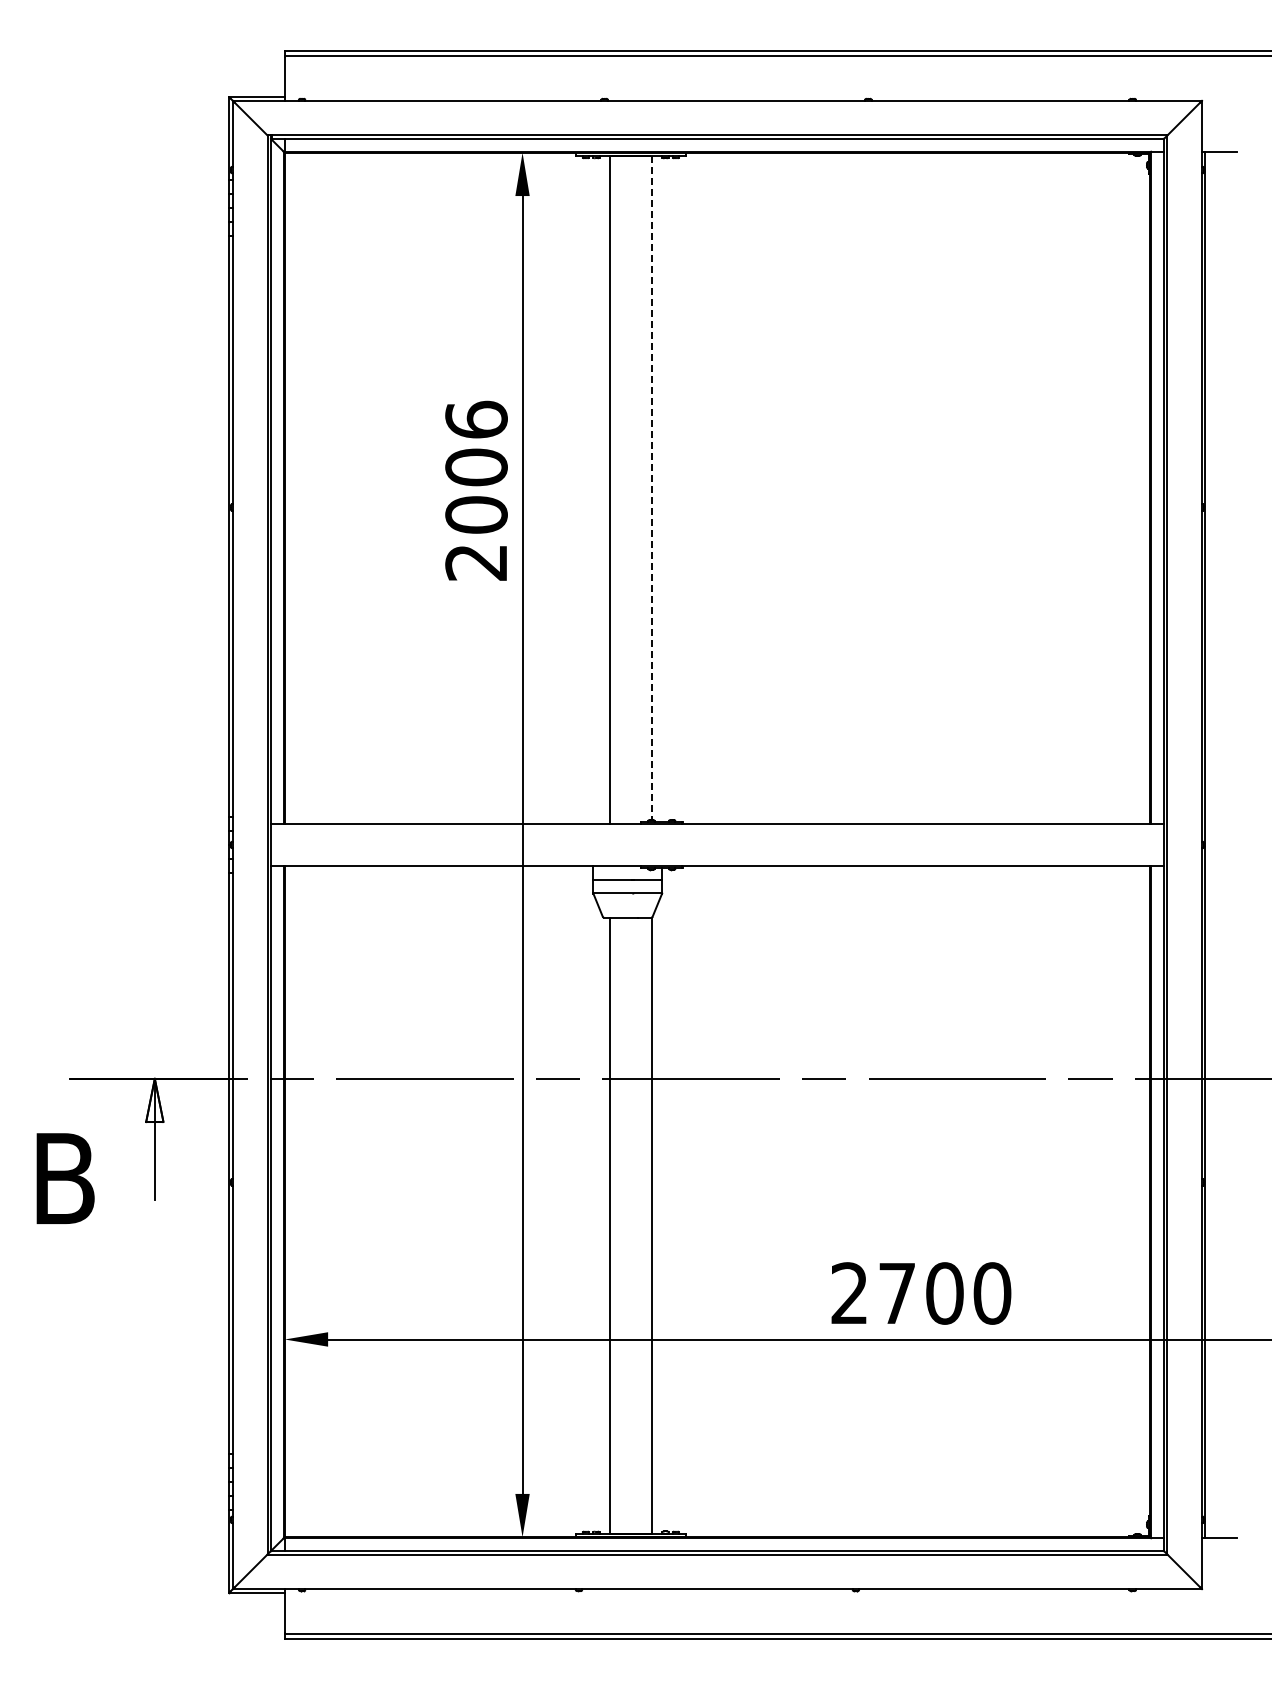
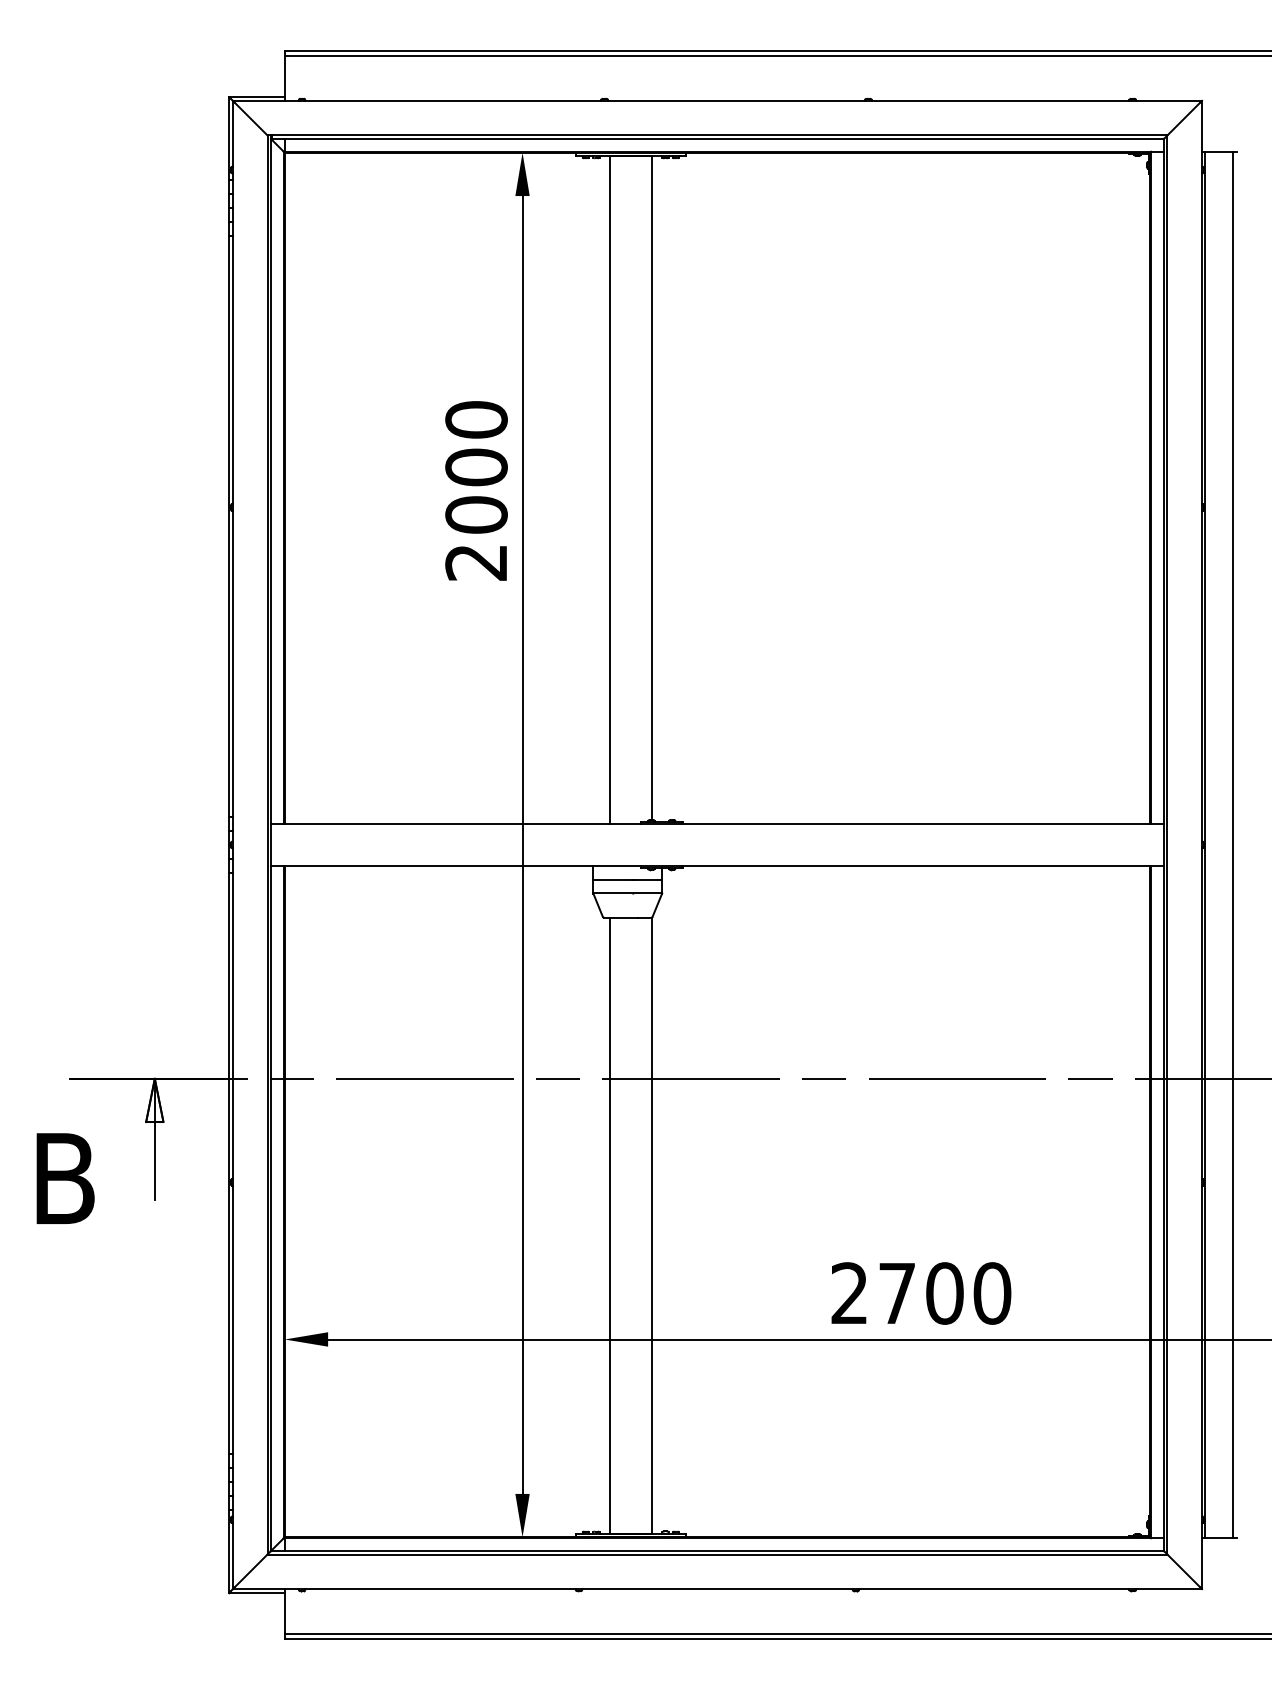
text at (476, 419): 2006 -> 2000
line at (651, 488): dashed -> solid
line at (1233, 844): none -> present
